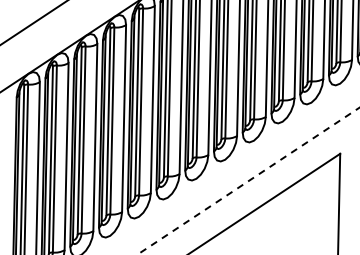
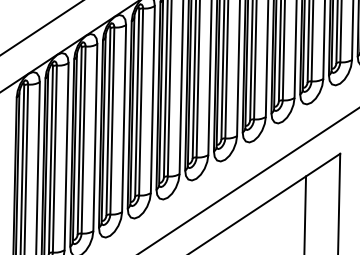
line at (33, 22) position: (33, 22) -> (41, 27)
line at (248, 180): dashed -> solid
line at (305, 213): none -> present
